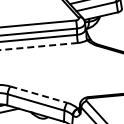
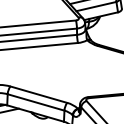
line at (39, 46): dashed -> solid
line at (38, 94): dashed -> solid
